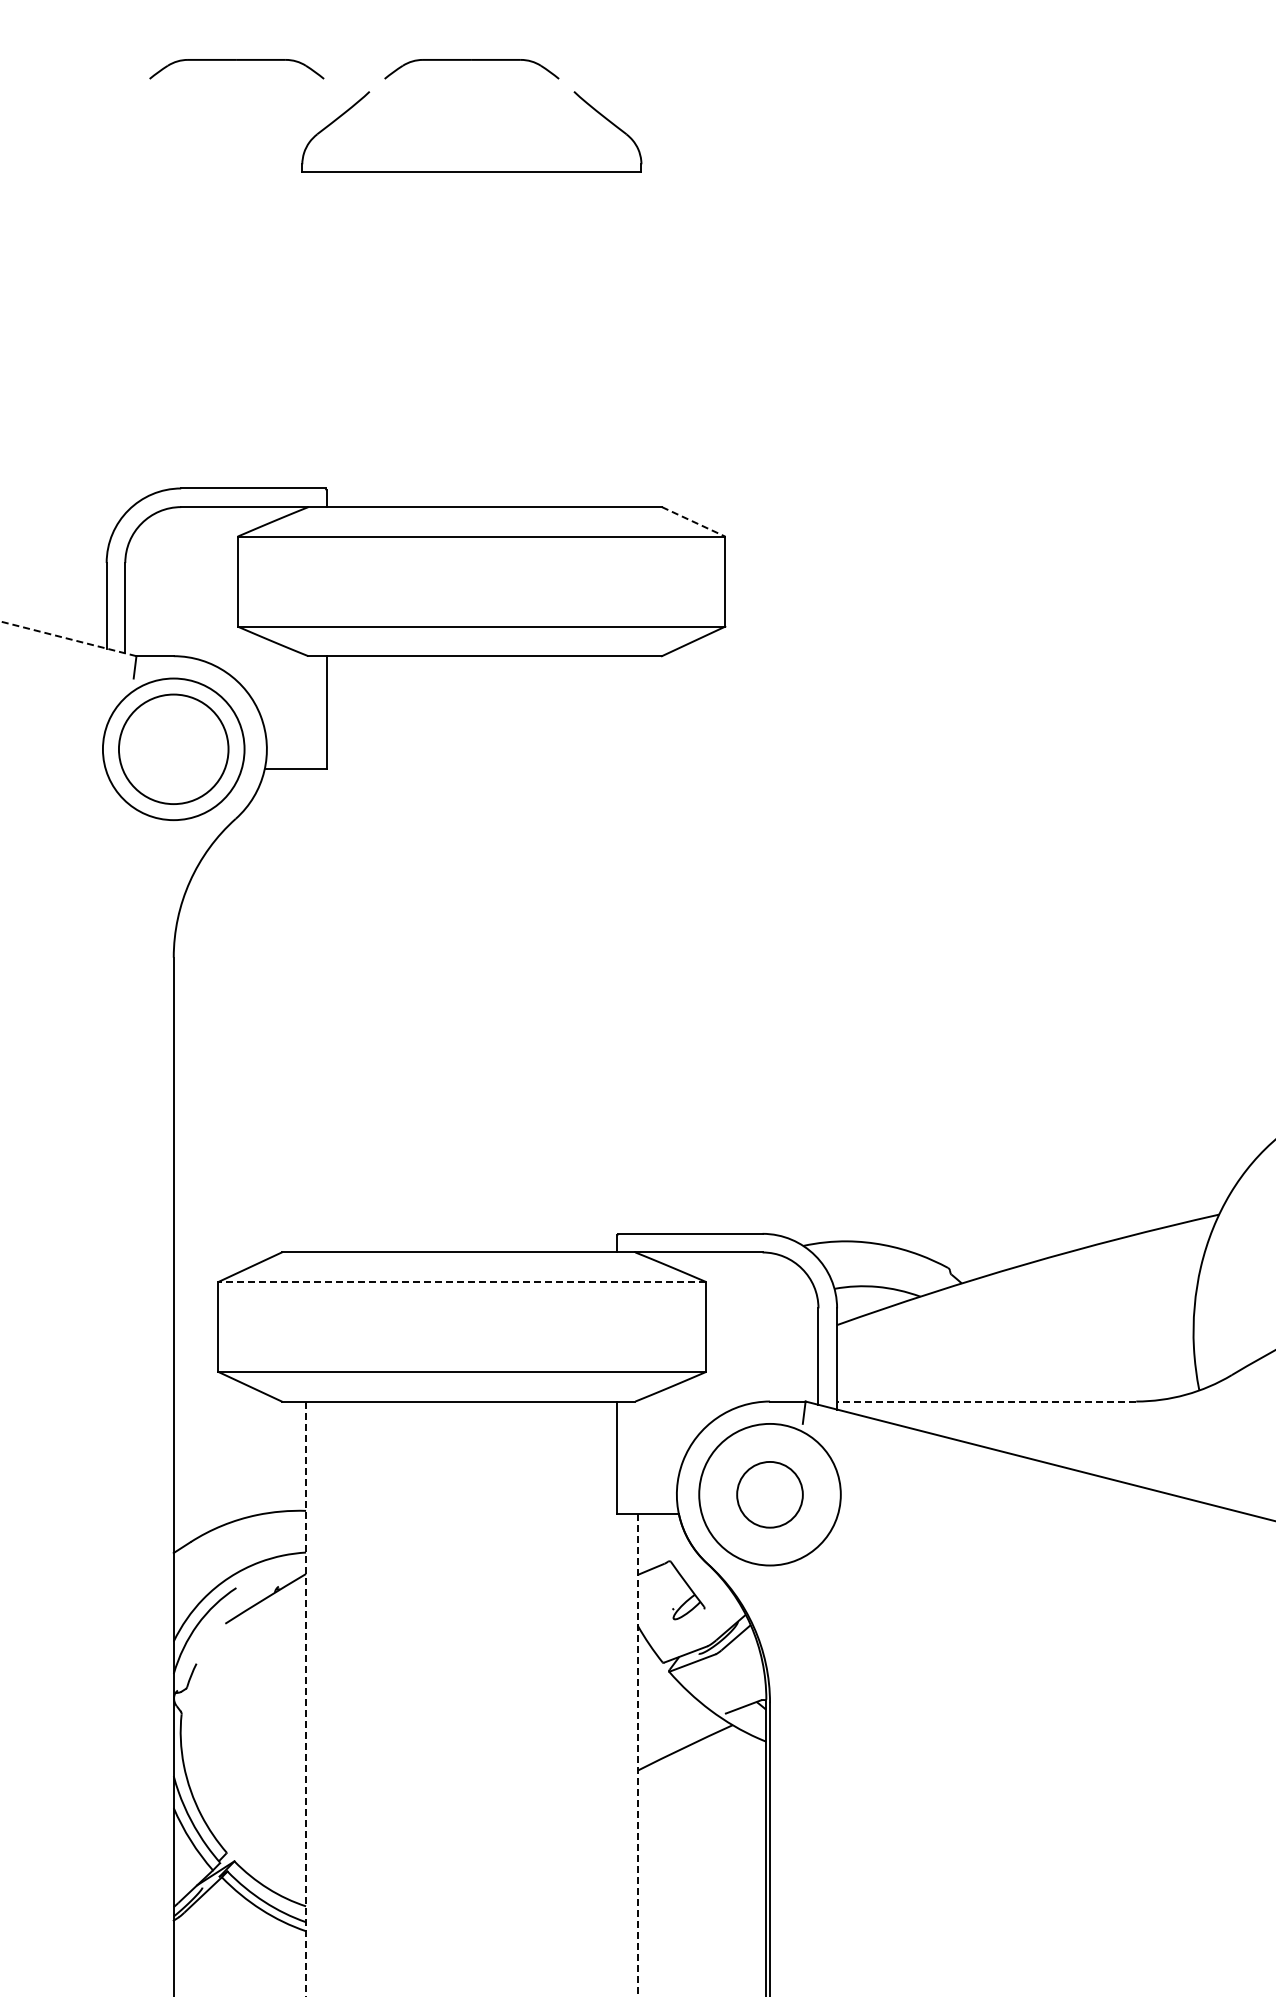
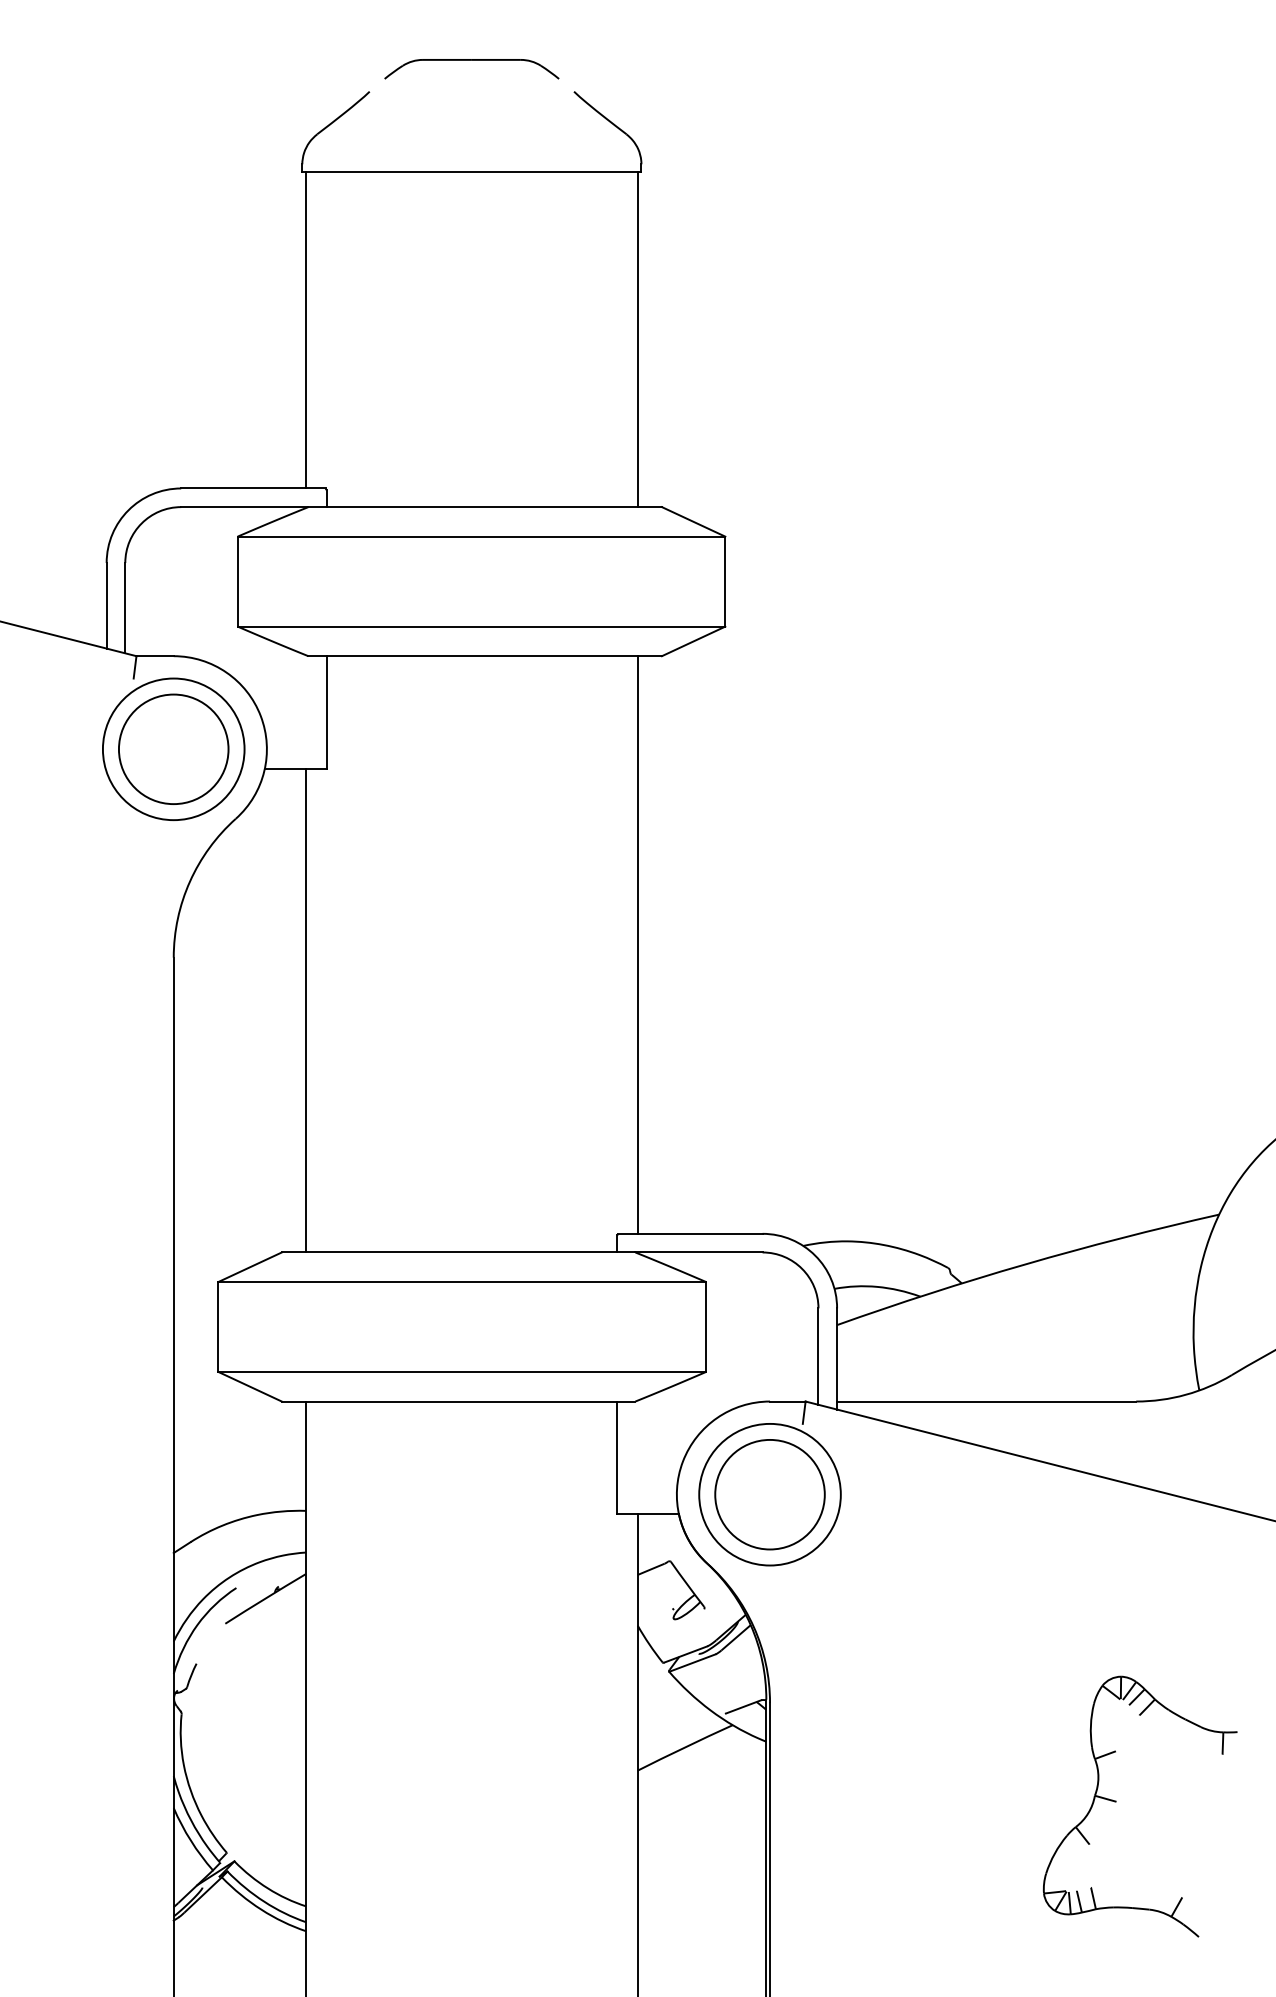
part at (236, 60): present -> none
line at (306, 329): none -> present
line at (637, 339): none -> present
line at (693, 521): dashed -> solid
line at (67, 638): dashed -> solid
line at (637, 944): none -> present
line at (306, 1010): none -> present
line at (462, 1281): dashed -> solid
line at (986, 1401): dashed -> solid
circle at (769, 1494) size: 68x68 px -> 112x112 px
line at (306, 1699): dashed -> solid
line at (637, 1755): dashed -> solid
part at (1116, 1802): none -> present
